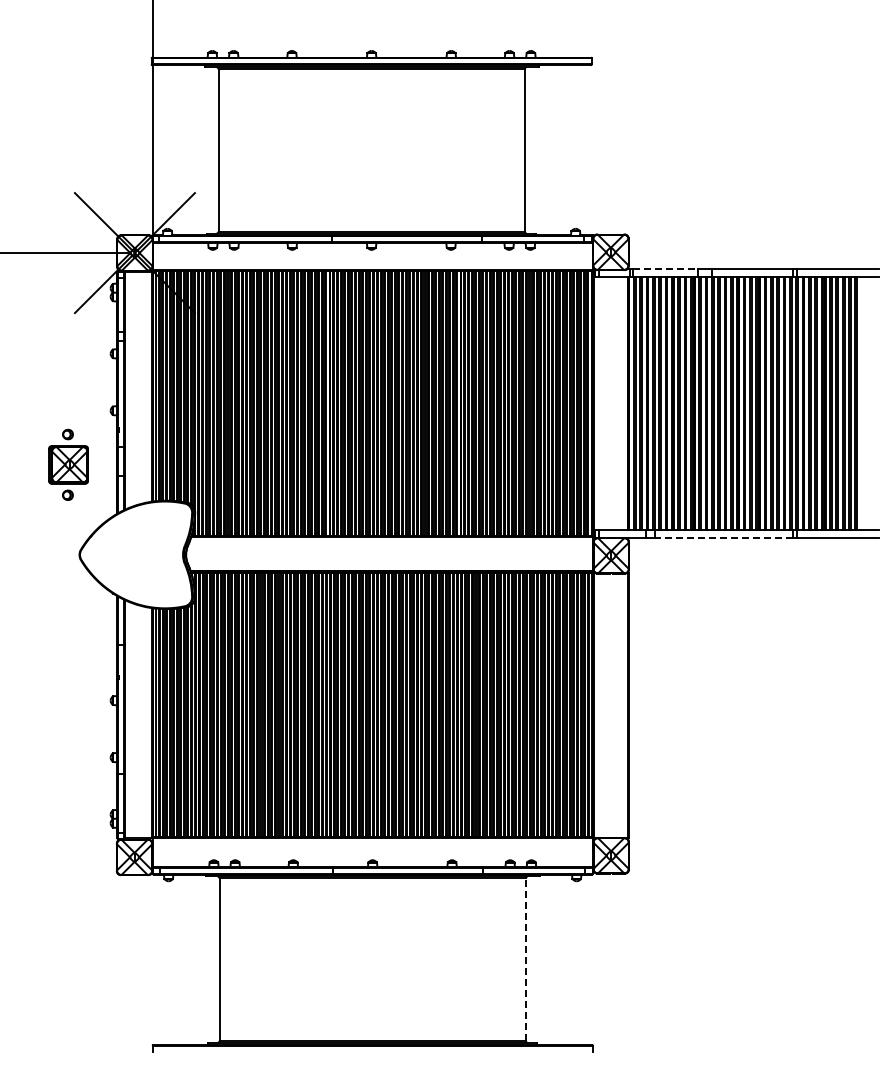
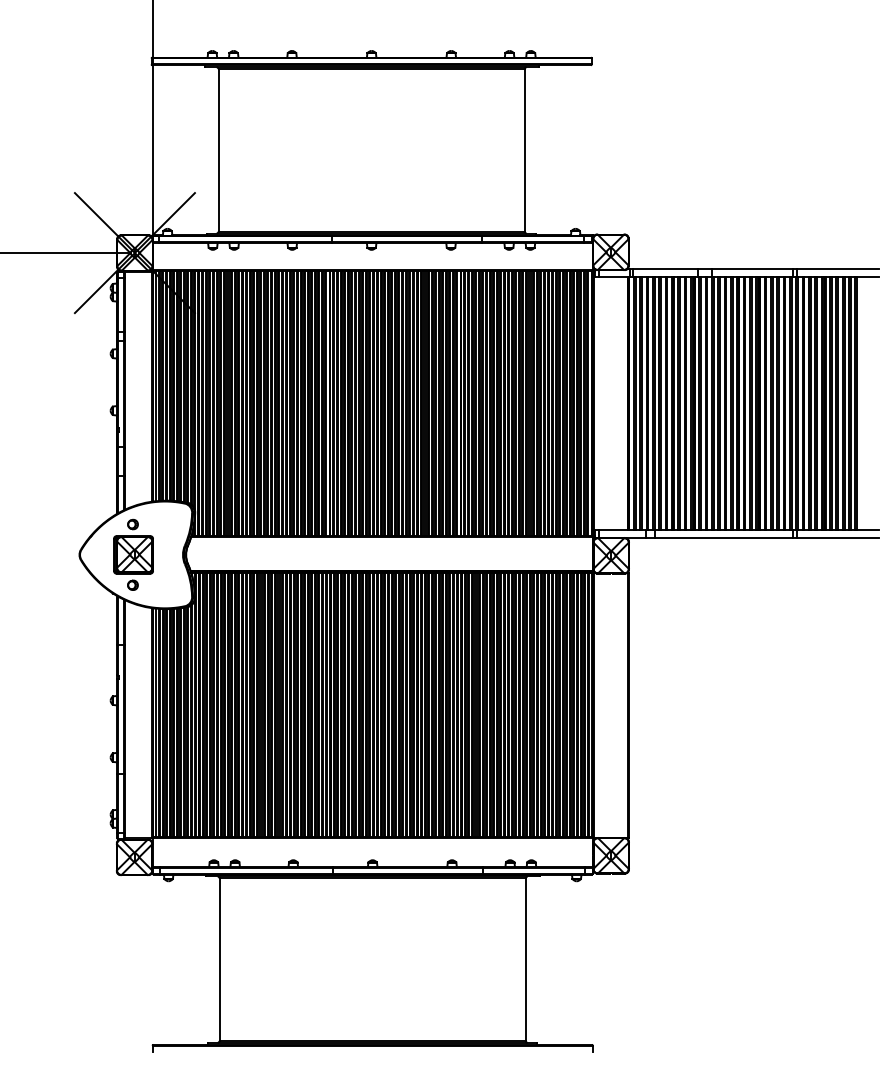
line at (665, 269): dashed -> solid
part at (68, 464) position: (68, 464) -> (133, 554)
line at (723, 537): dashed -> solid
line at (525, 959): dashed -> solid
